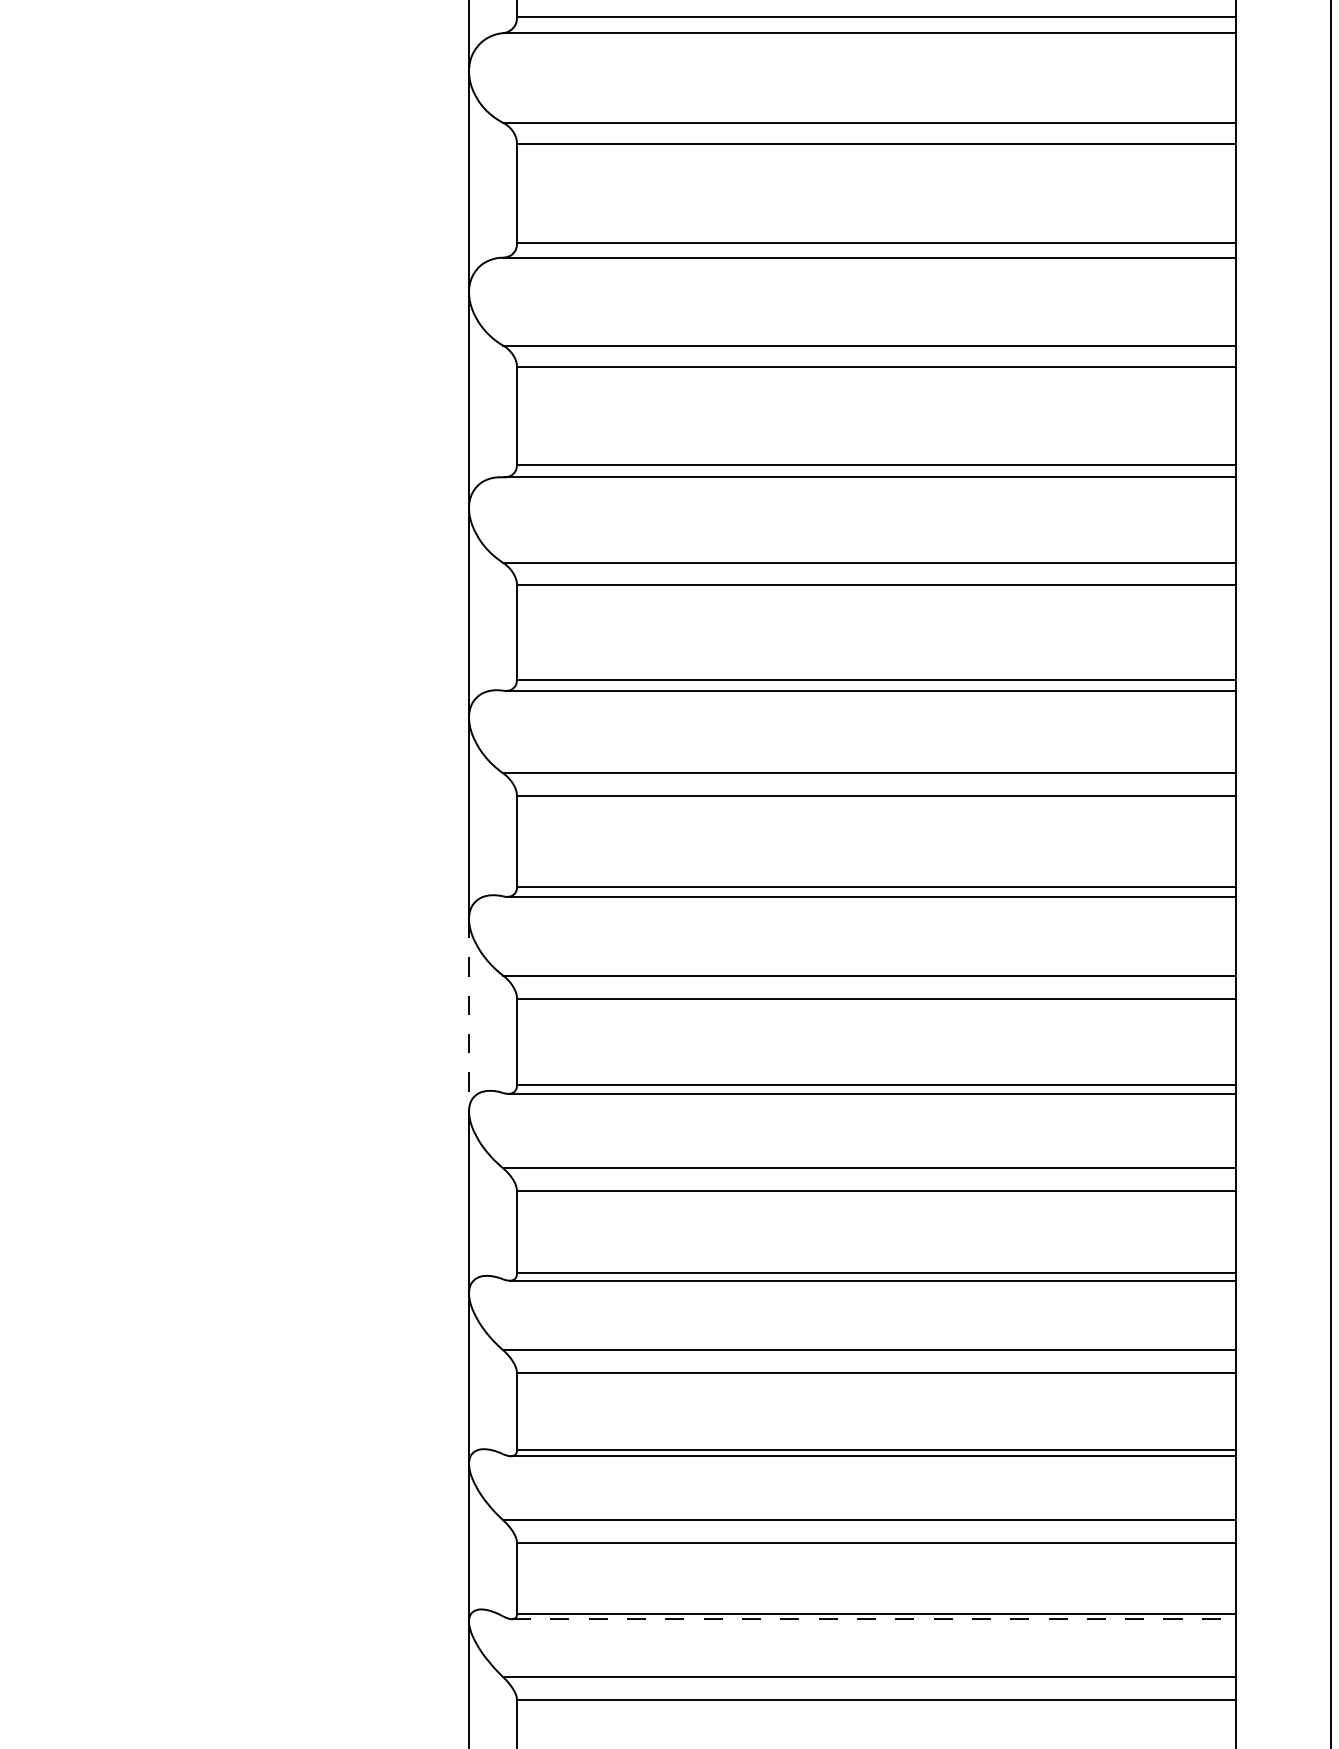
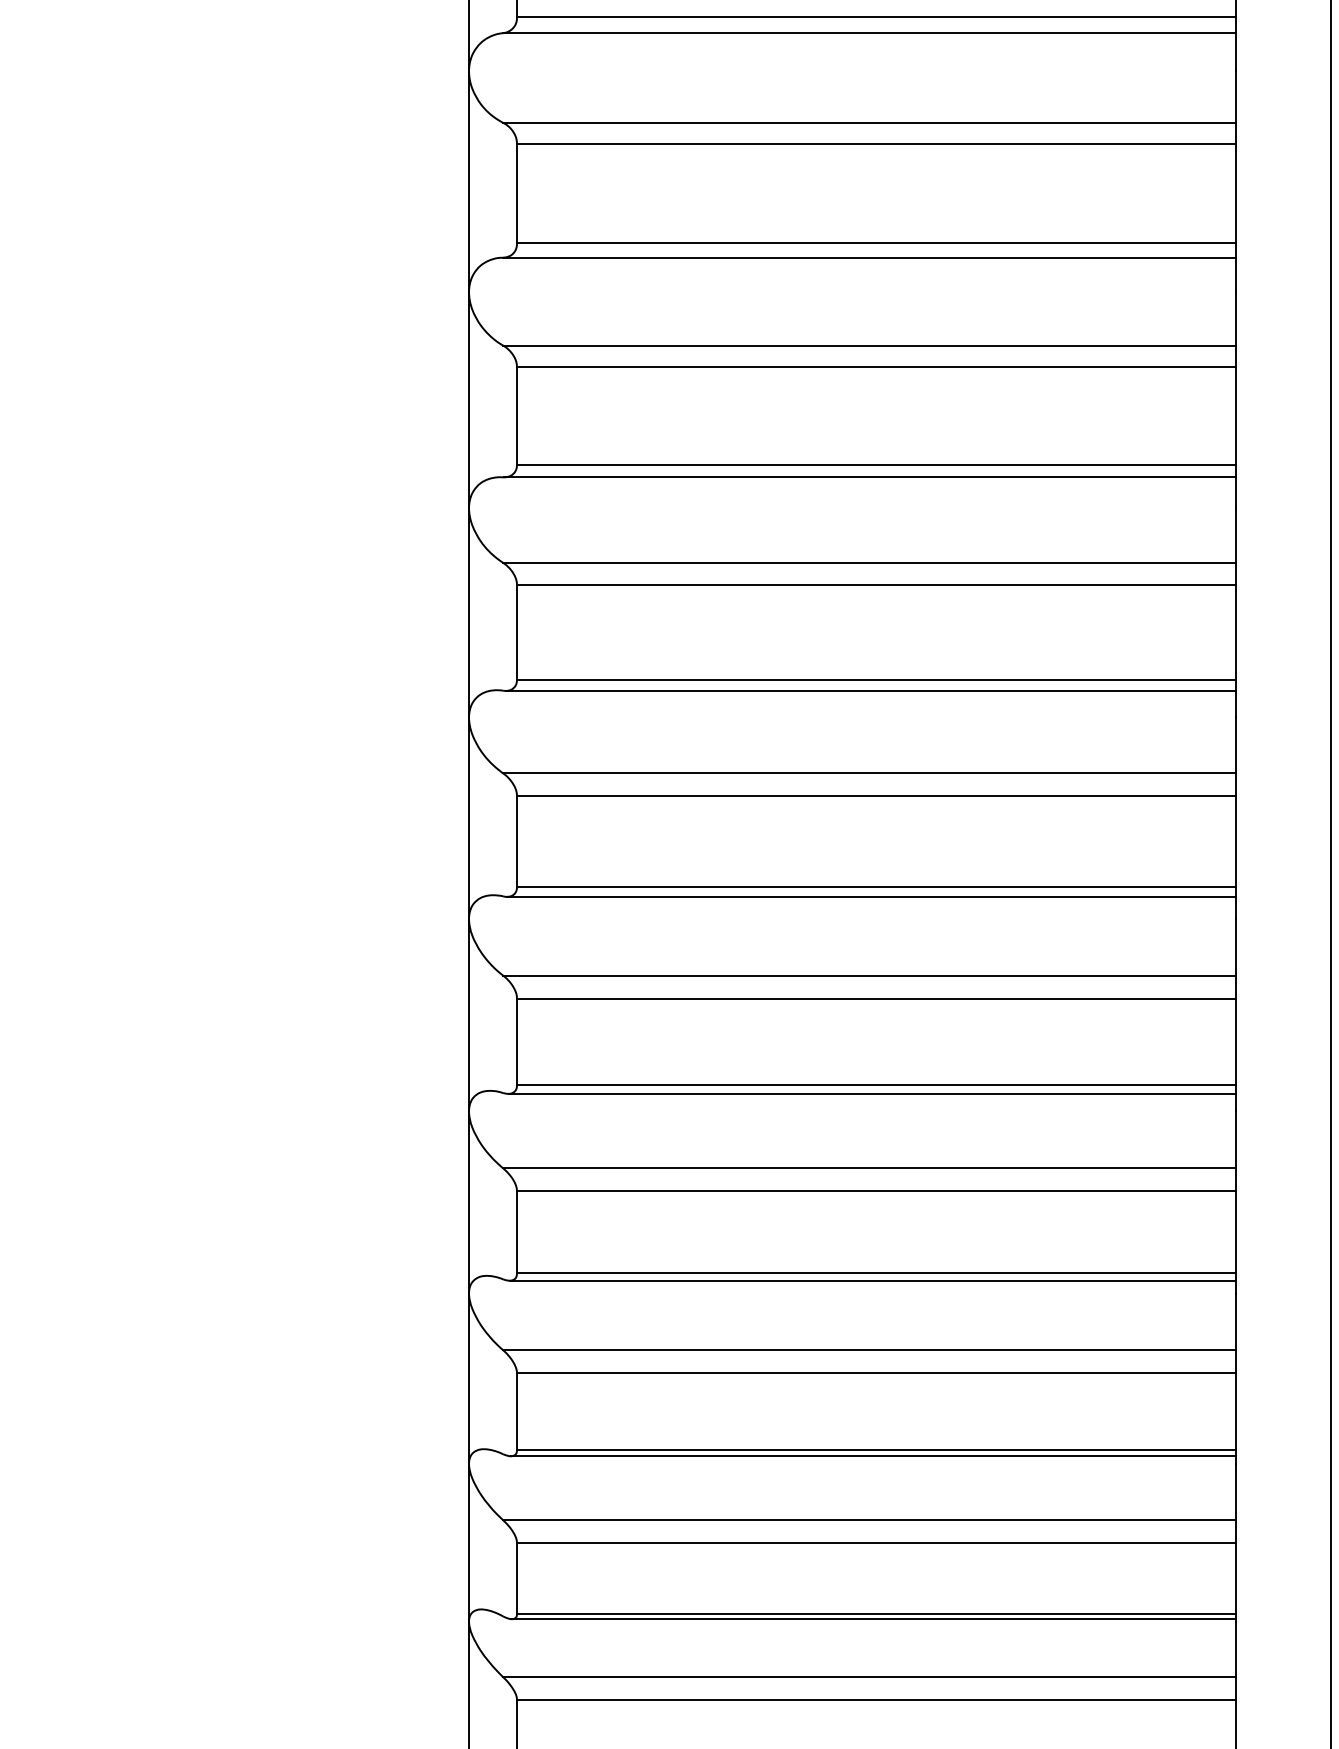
line at (469, 1015): dashed -> solid
line at (873, 1619): dashed -> solid
